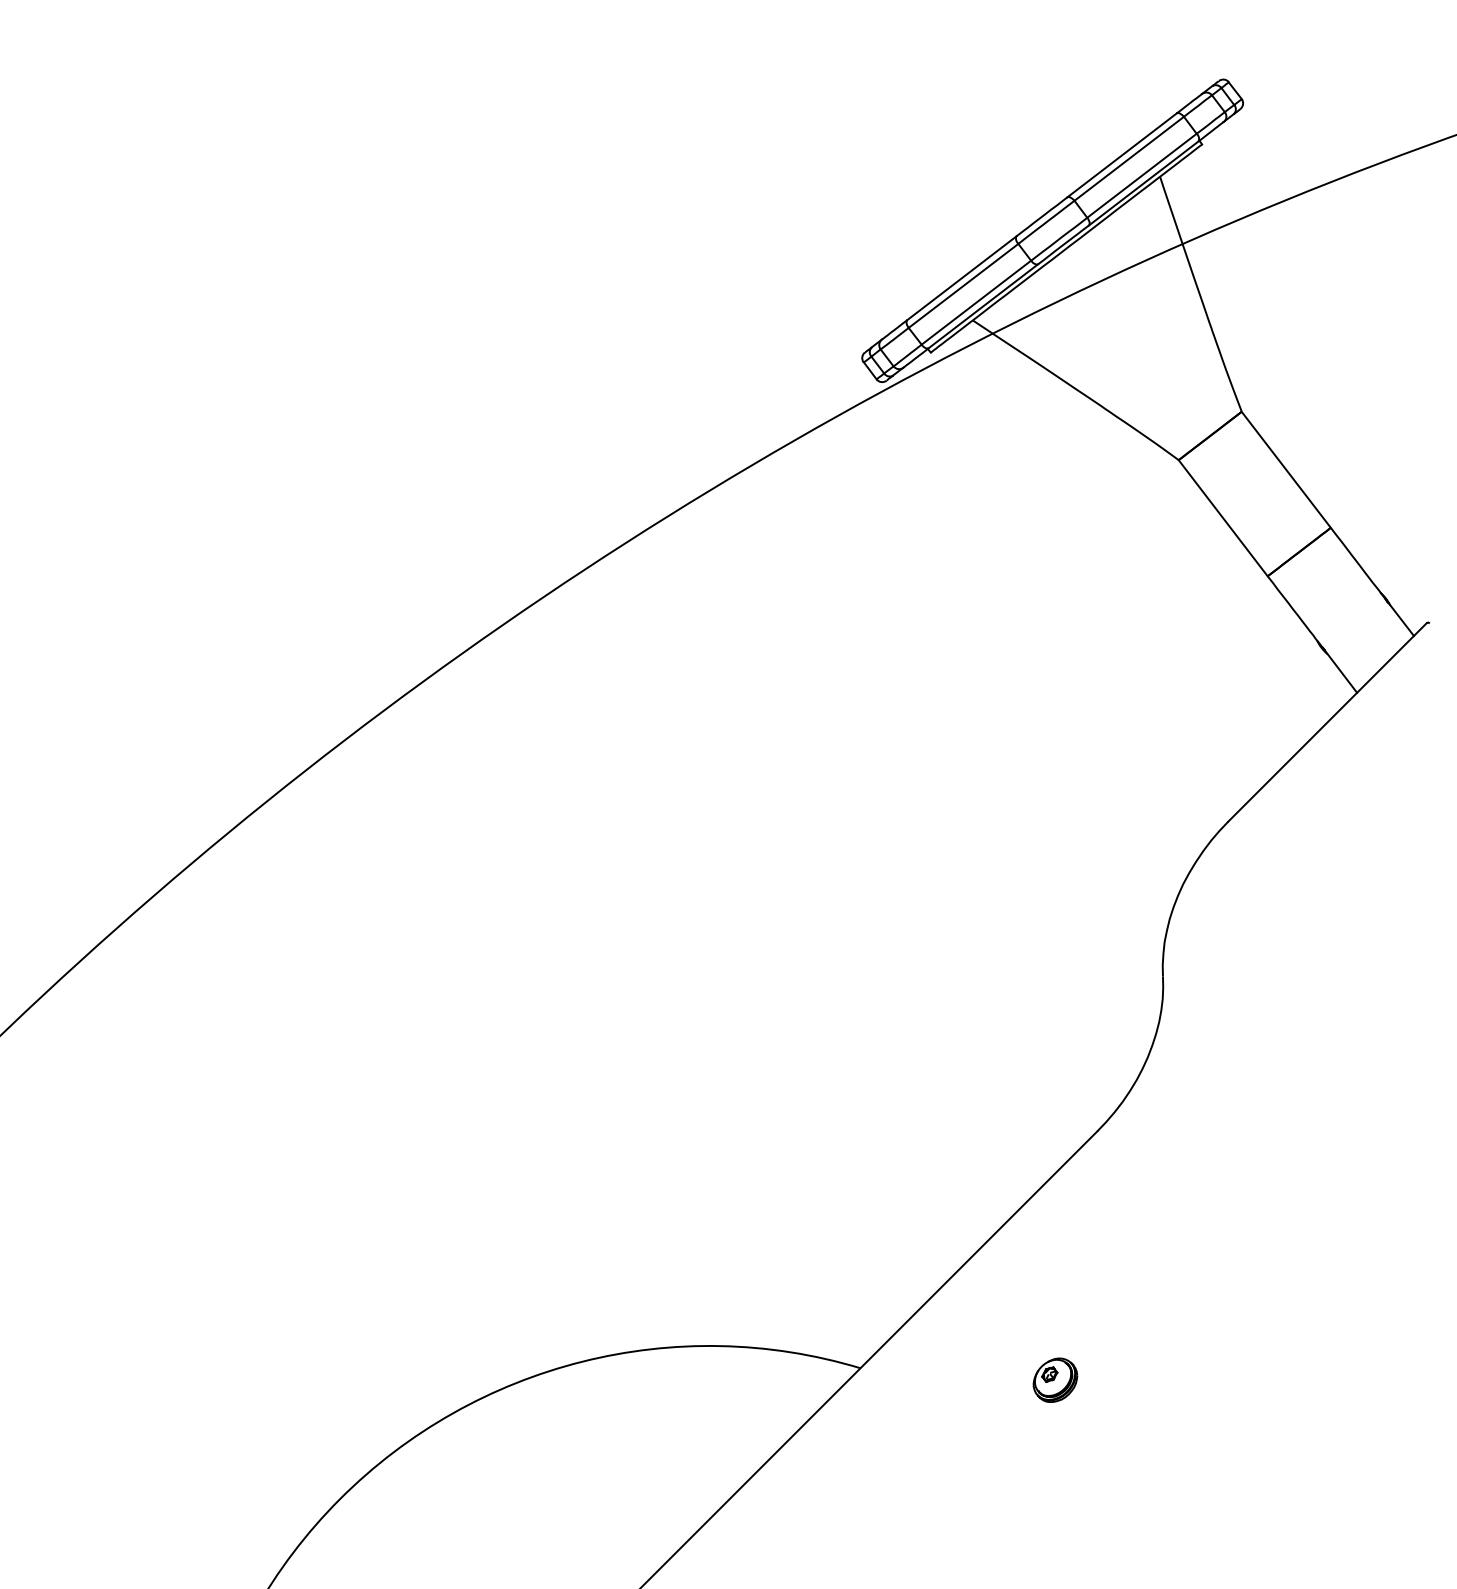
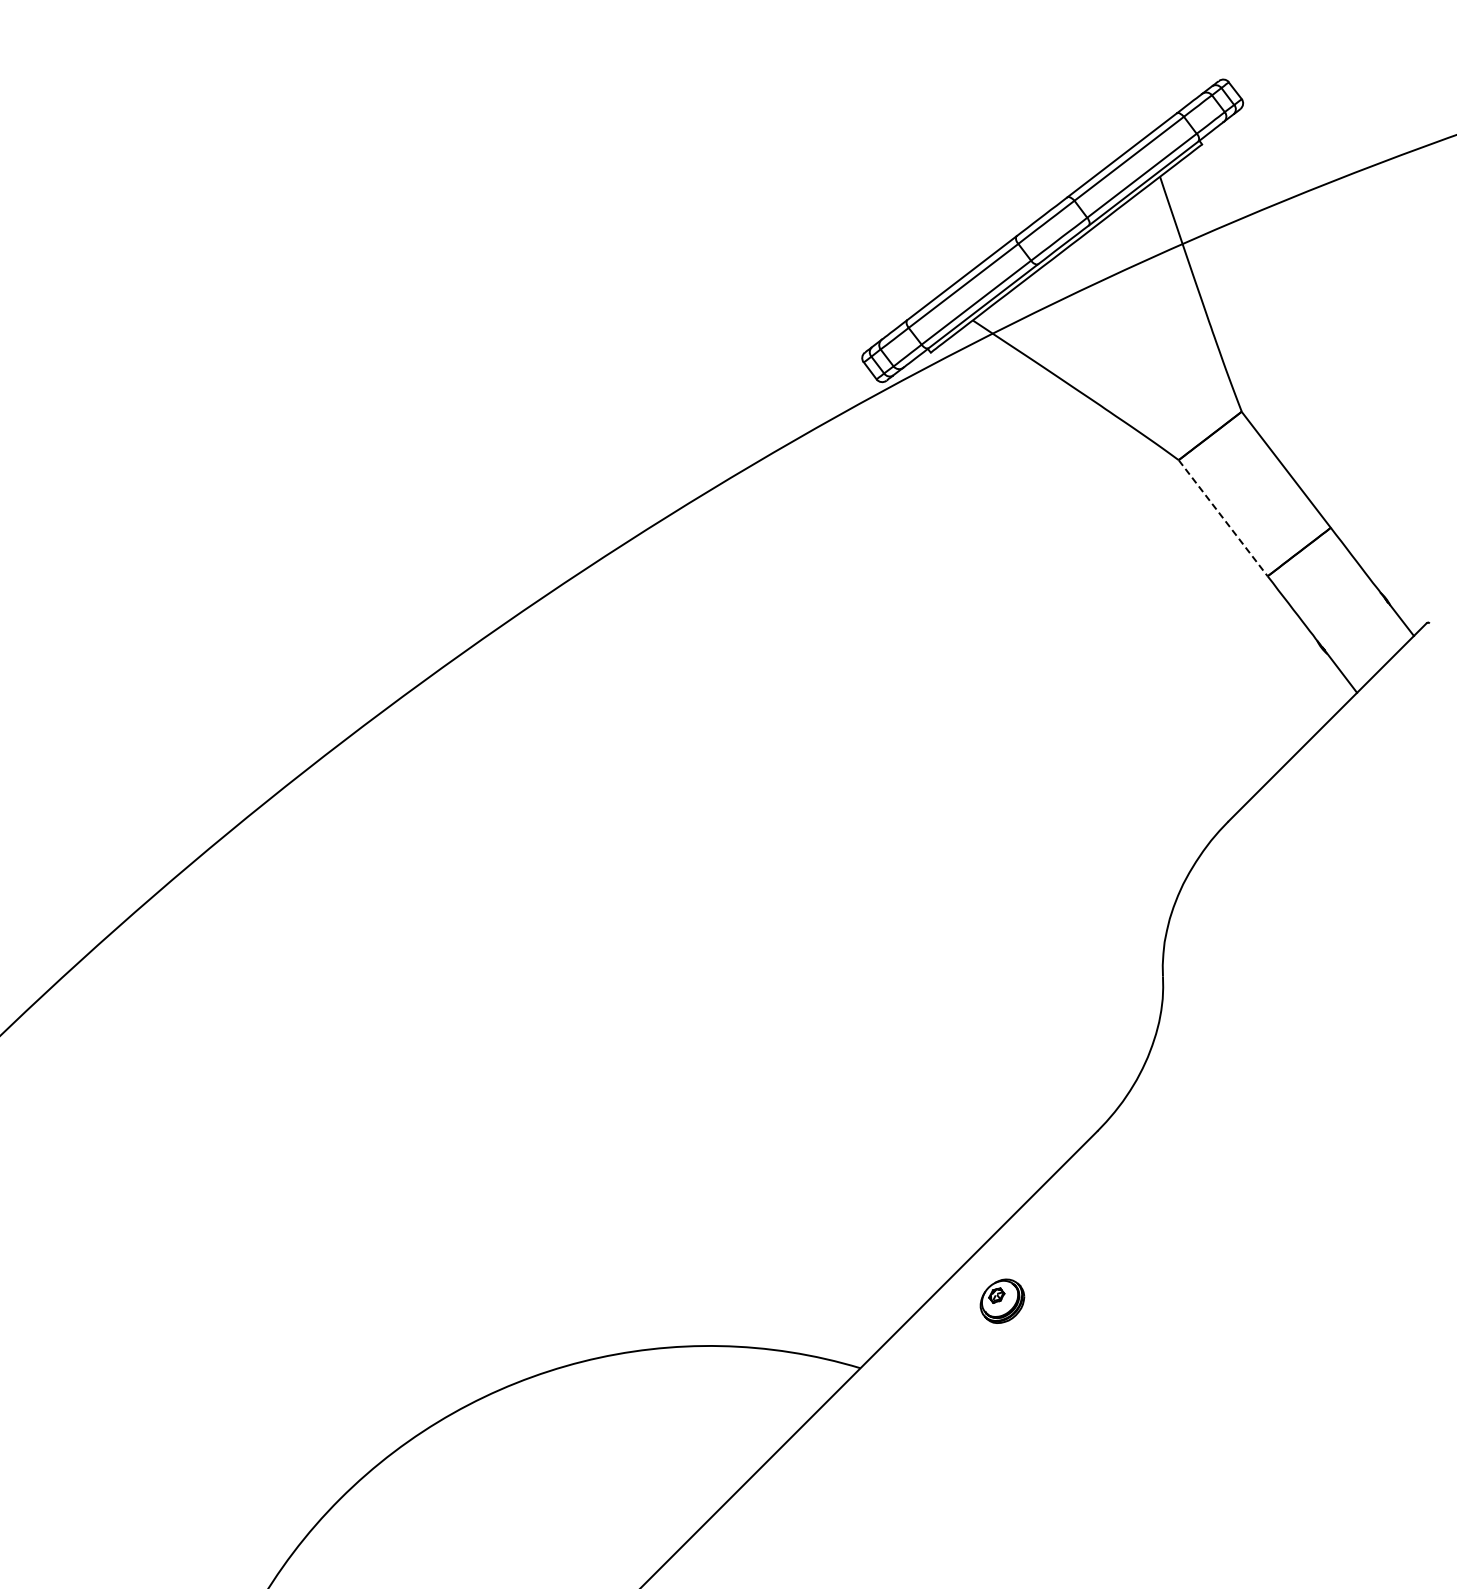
line at (1223, 518): solid -> dashed
part at (1055, 1379) position: (1055, 1379) -> (1002, 1300)
